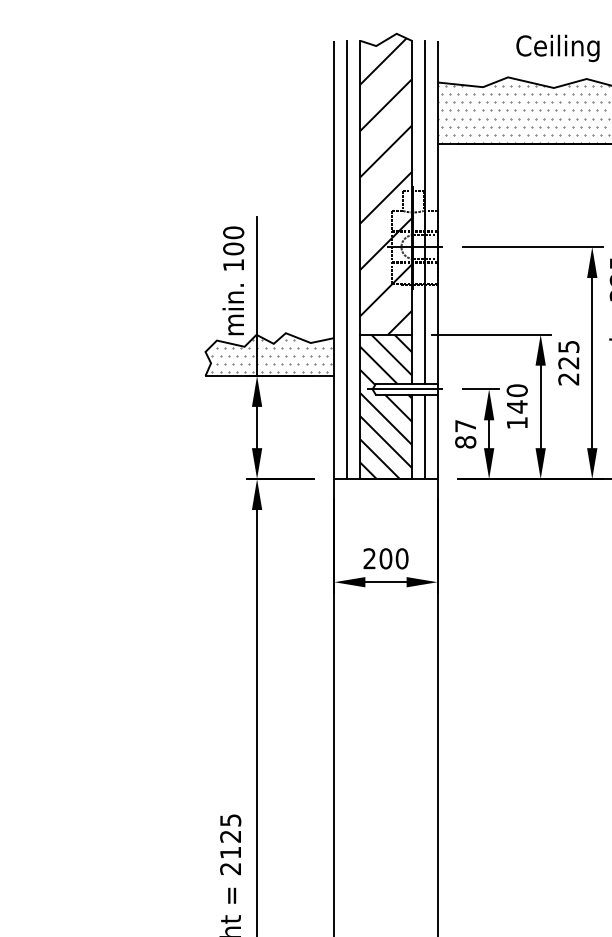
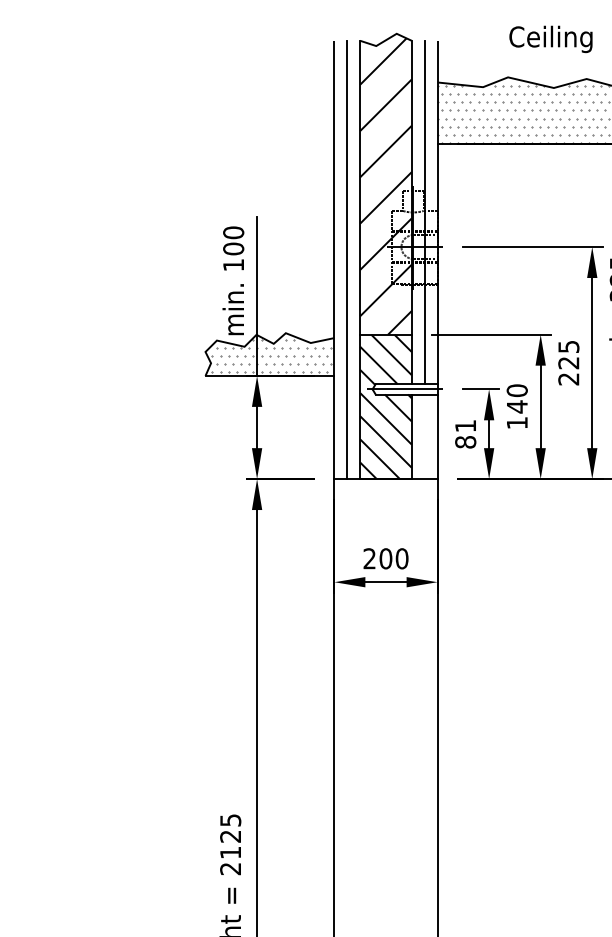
text at (557, 48) position: (557, 48) -> (550, 39)
text at (465, 426): 87 -> 81
line at (424, 436): present -> none
